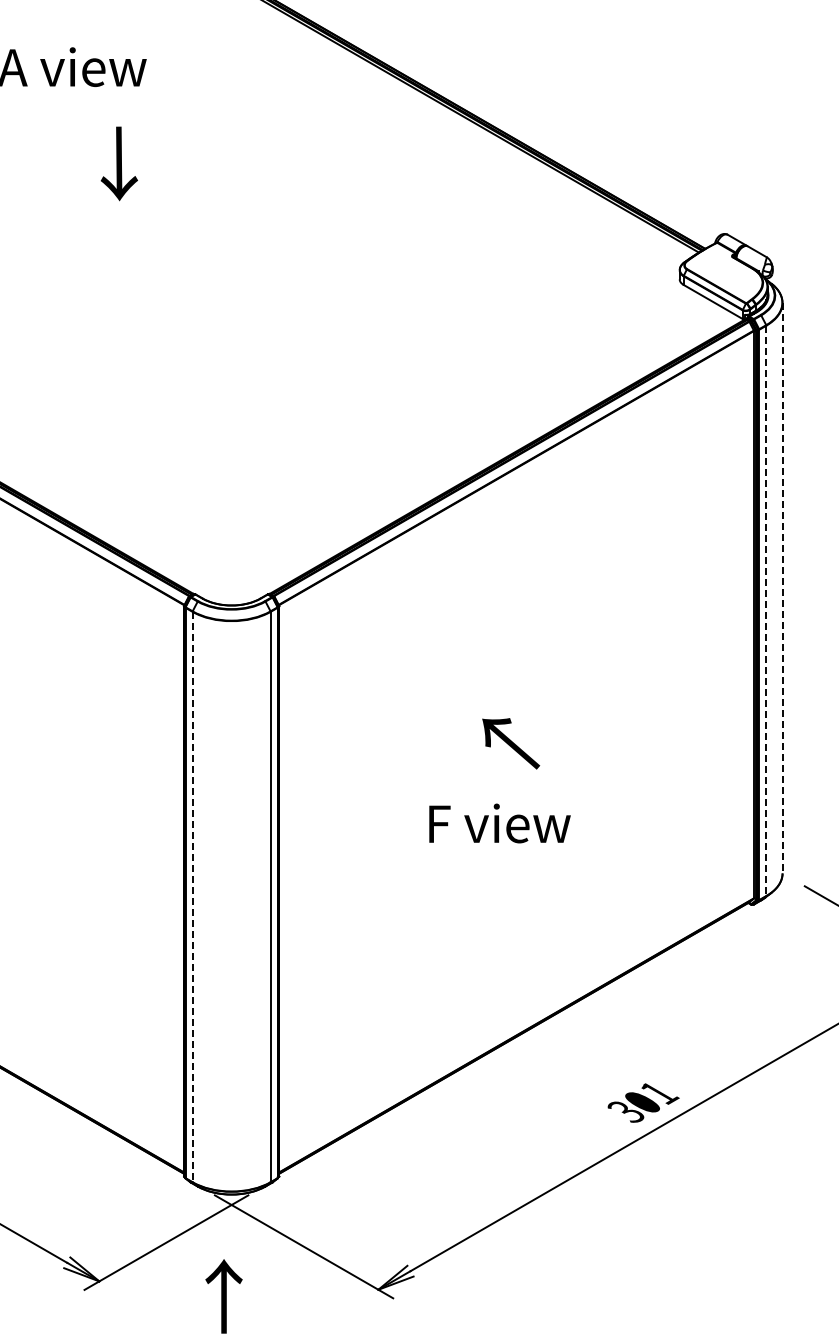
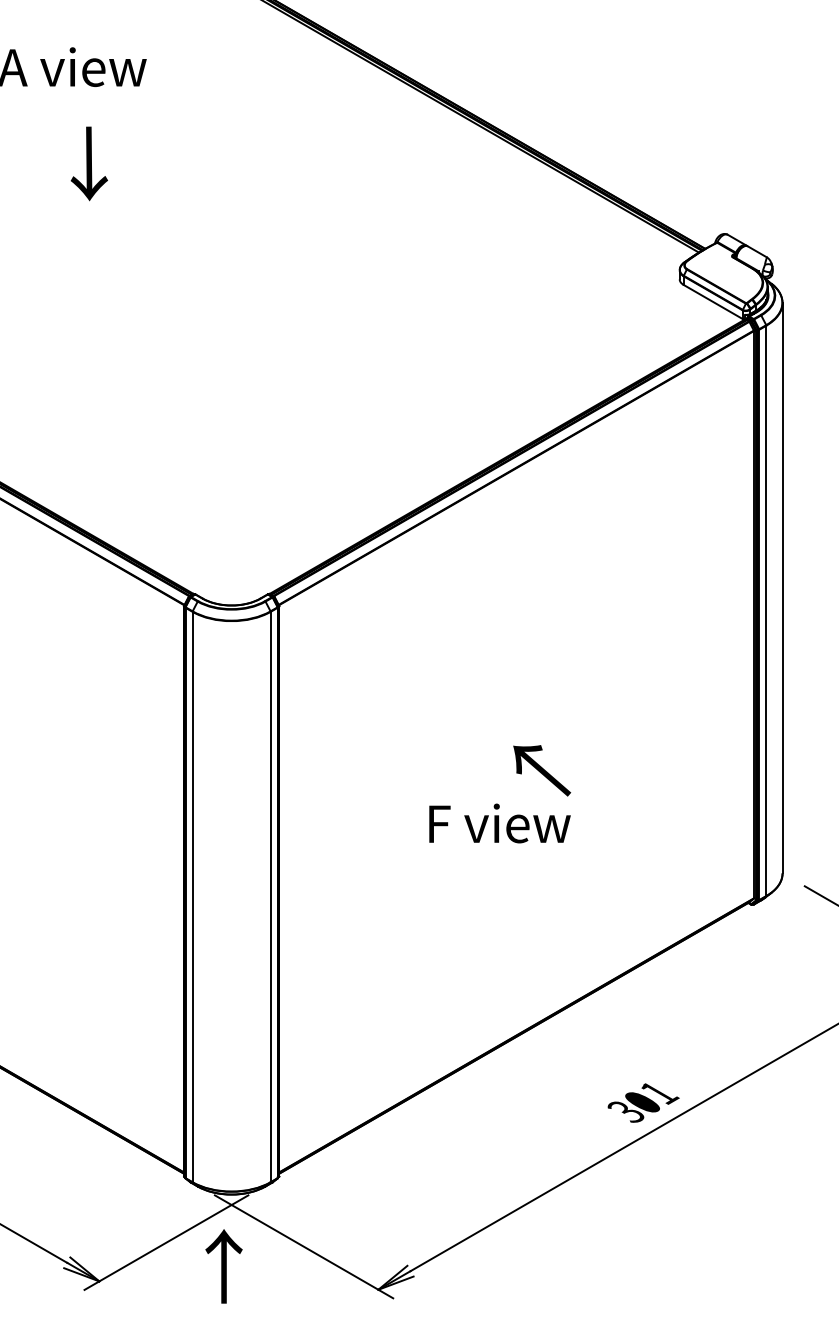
text at (118, 163) position: (118, 163) -> (88, 163)
line at (782, 588): dashed -> solid
line at (766, 611): dashed -> solid
text at (511, 743) position: (511, 743) -> (542, 770)
line at (192, 897): dashed -> solid
text at (223, 1296) position: (223, 1296) -> (223, 1266)
